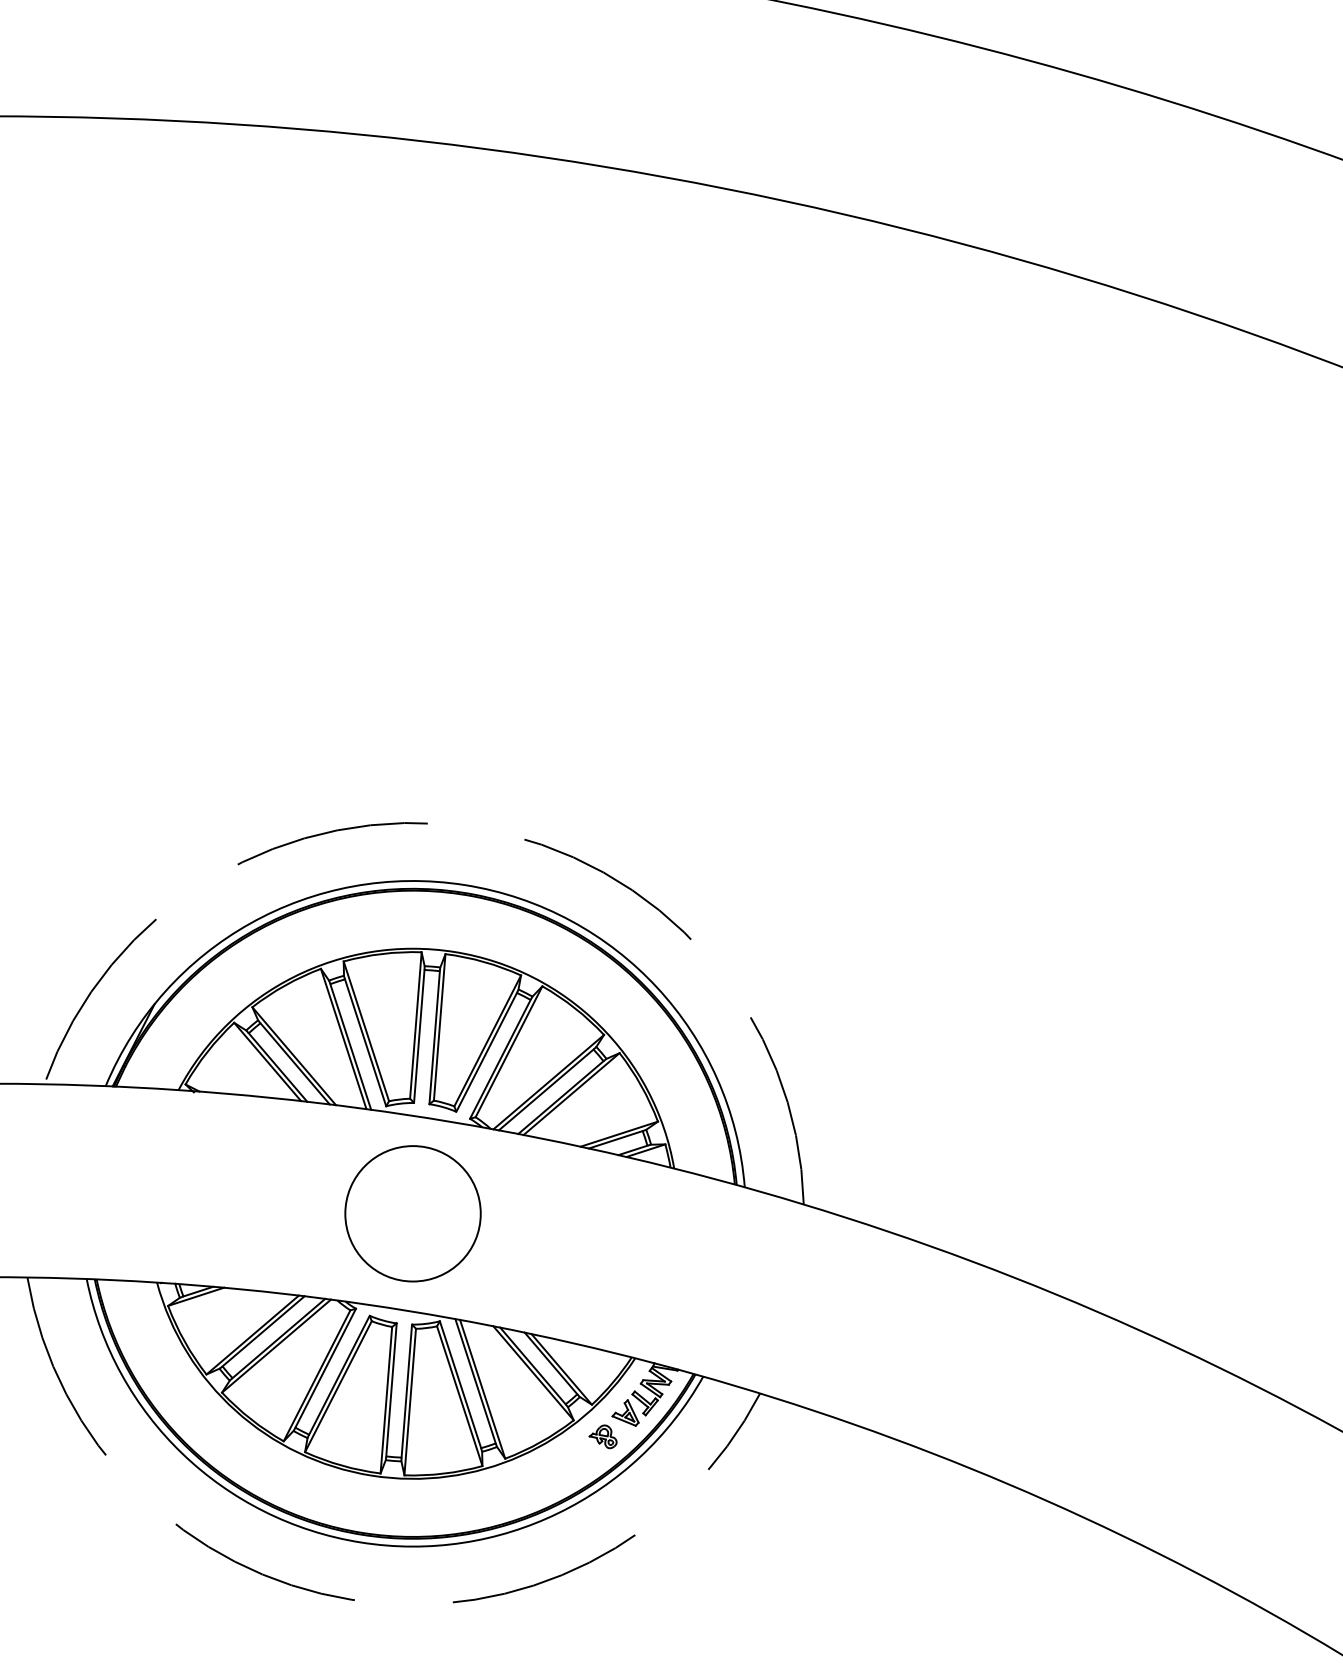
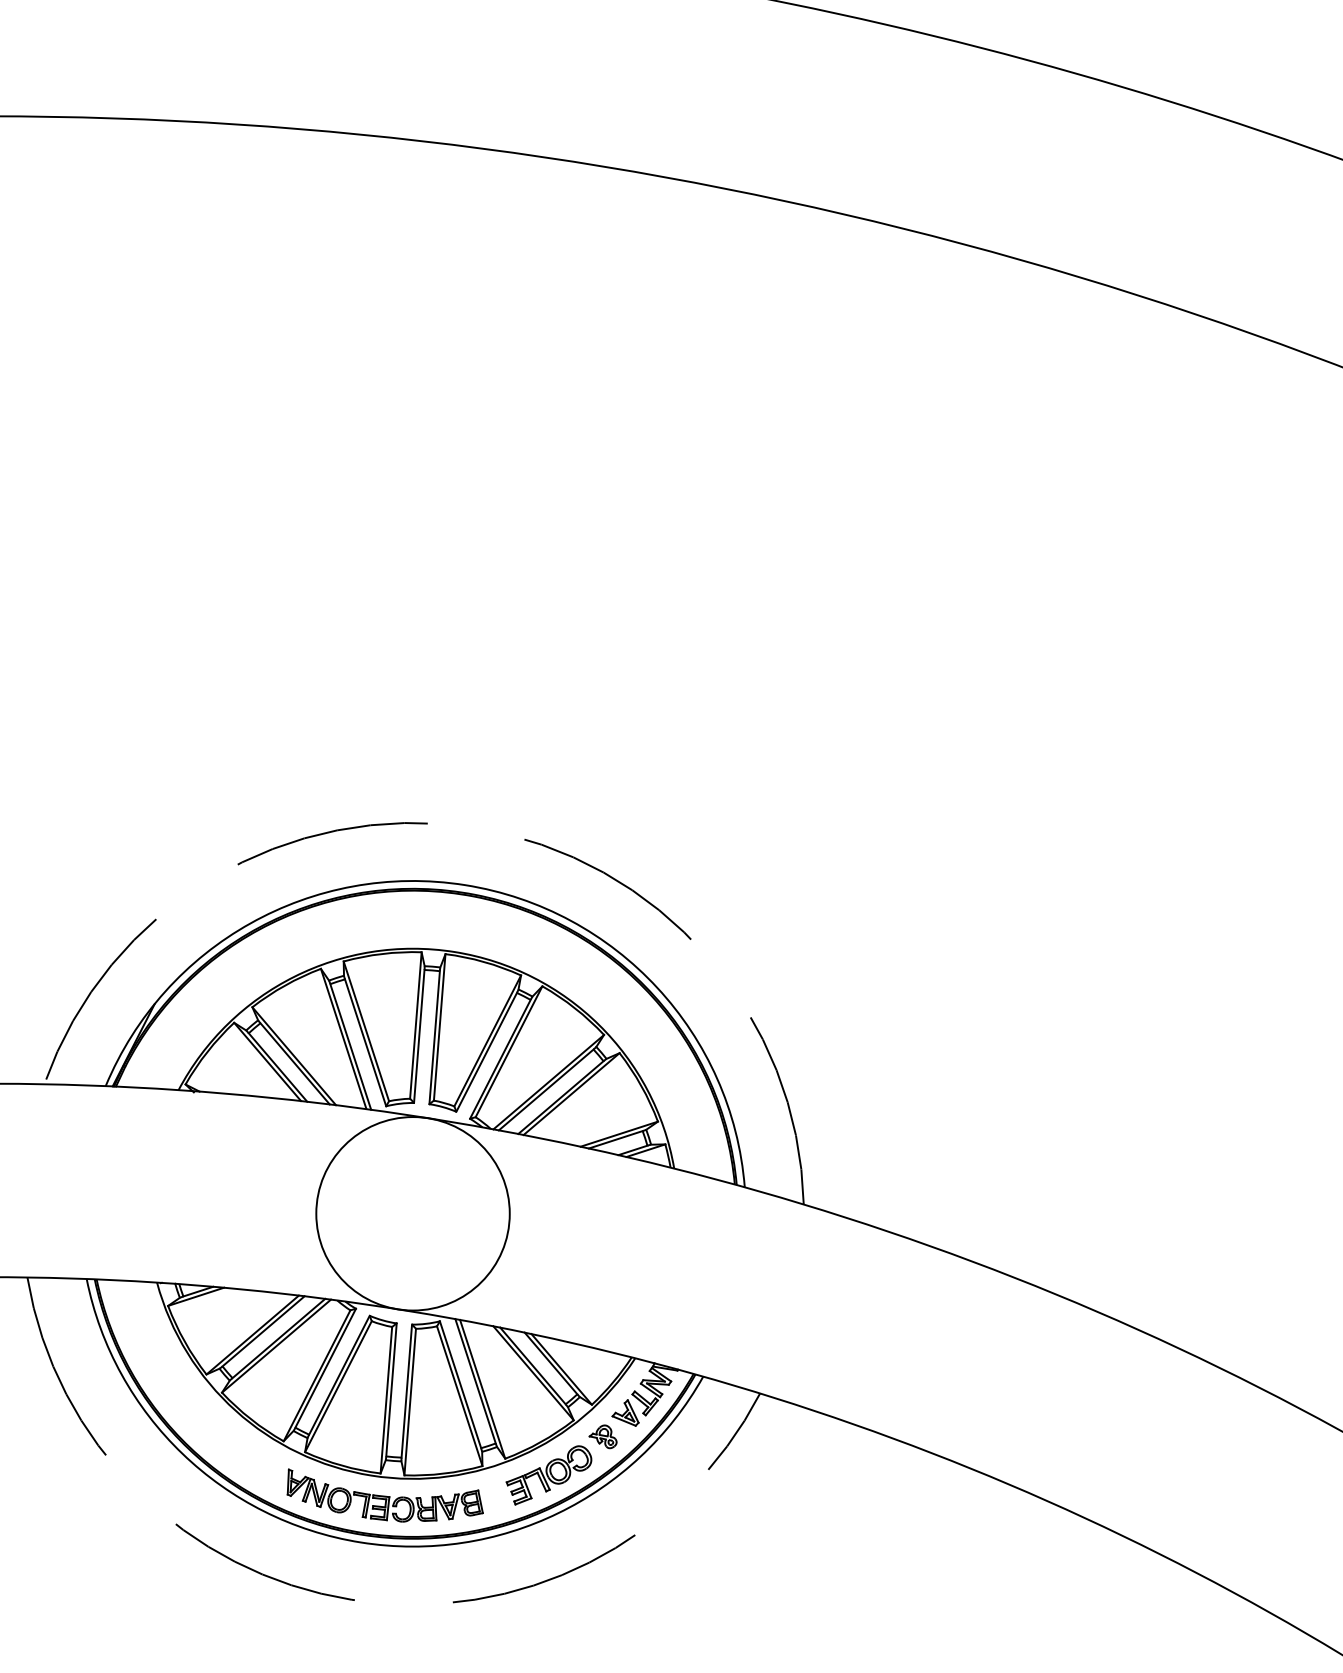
circle at (412, 1213) diameter: 135 px -> 193 px
part at (548, 1475): none -> present
part at (384, 1495): none -> present
